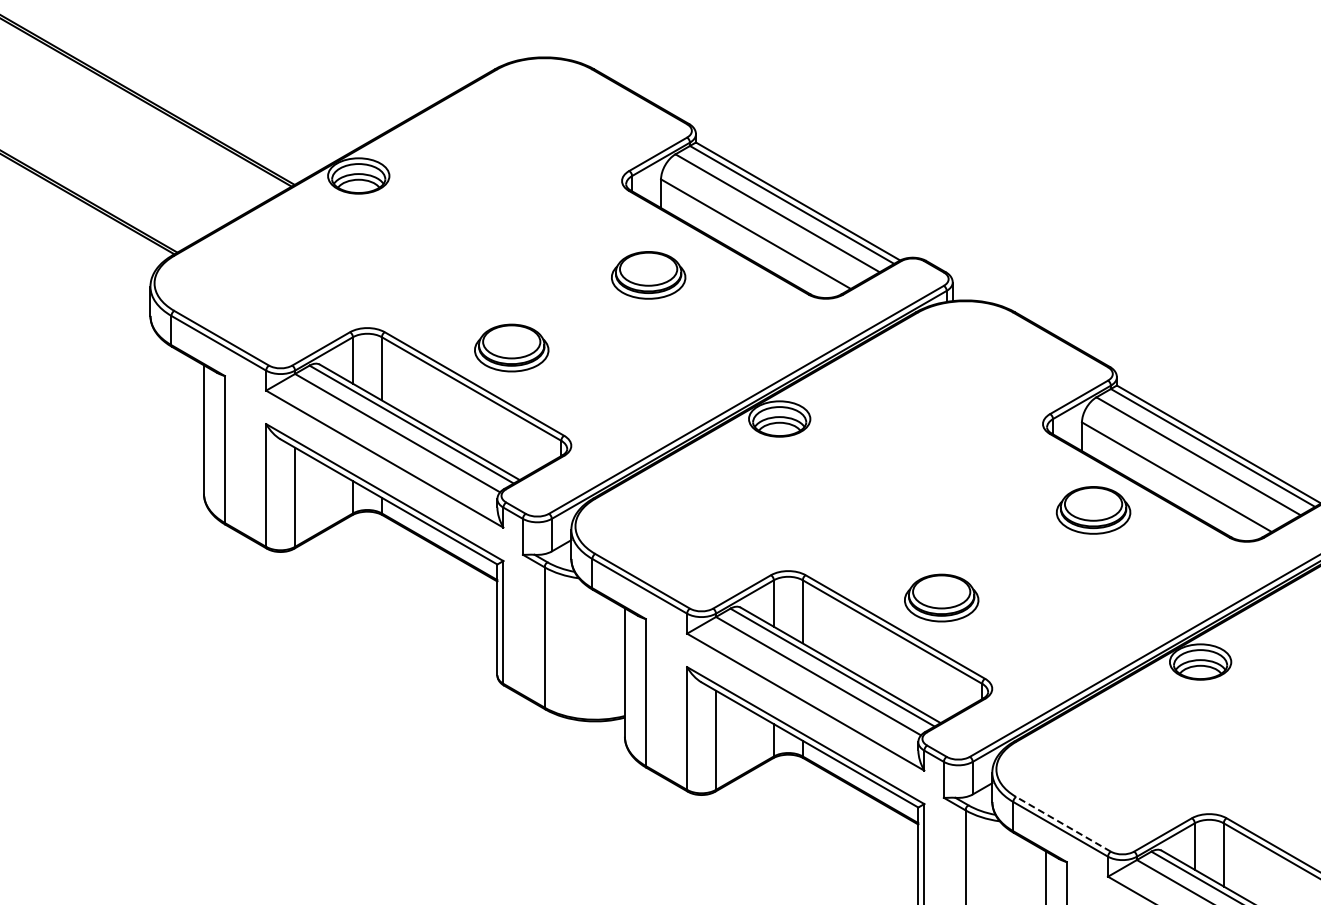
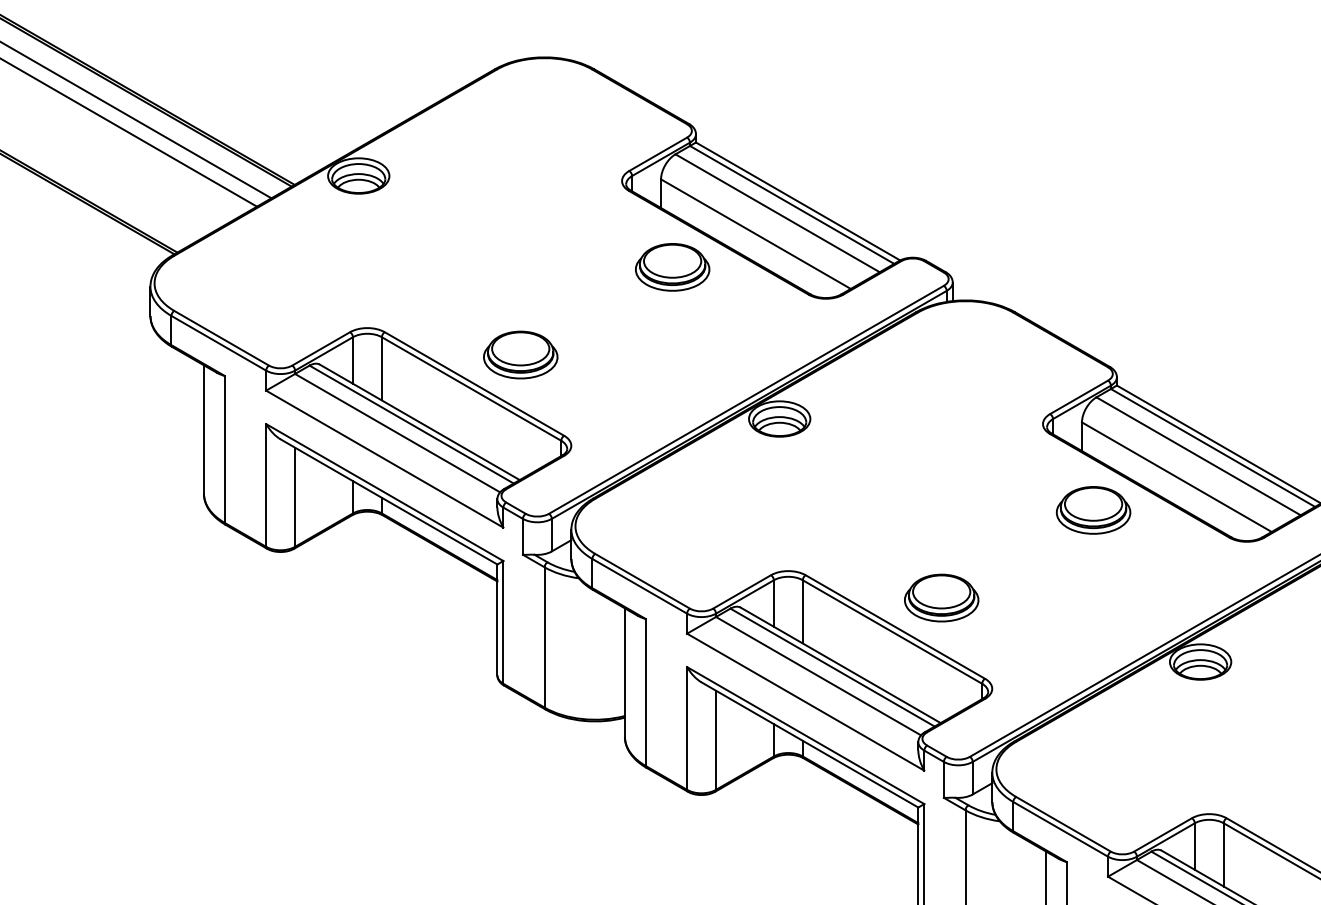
line at (136, 120): none -> present
line at (129, 132): none -> present
part at (648, 275) position: (648, 275) -> (672, 267)
part at (511, 347) position: (511, 347) -> (520, 354)
line at (1063, 824): dashed -> solid
